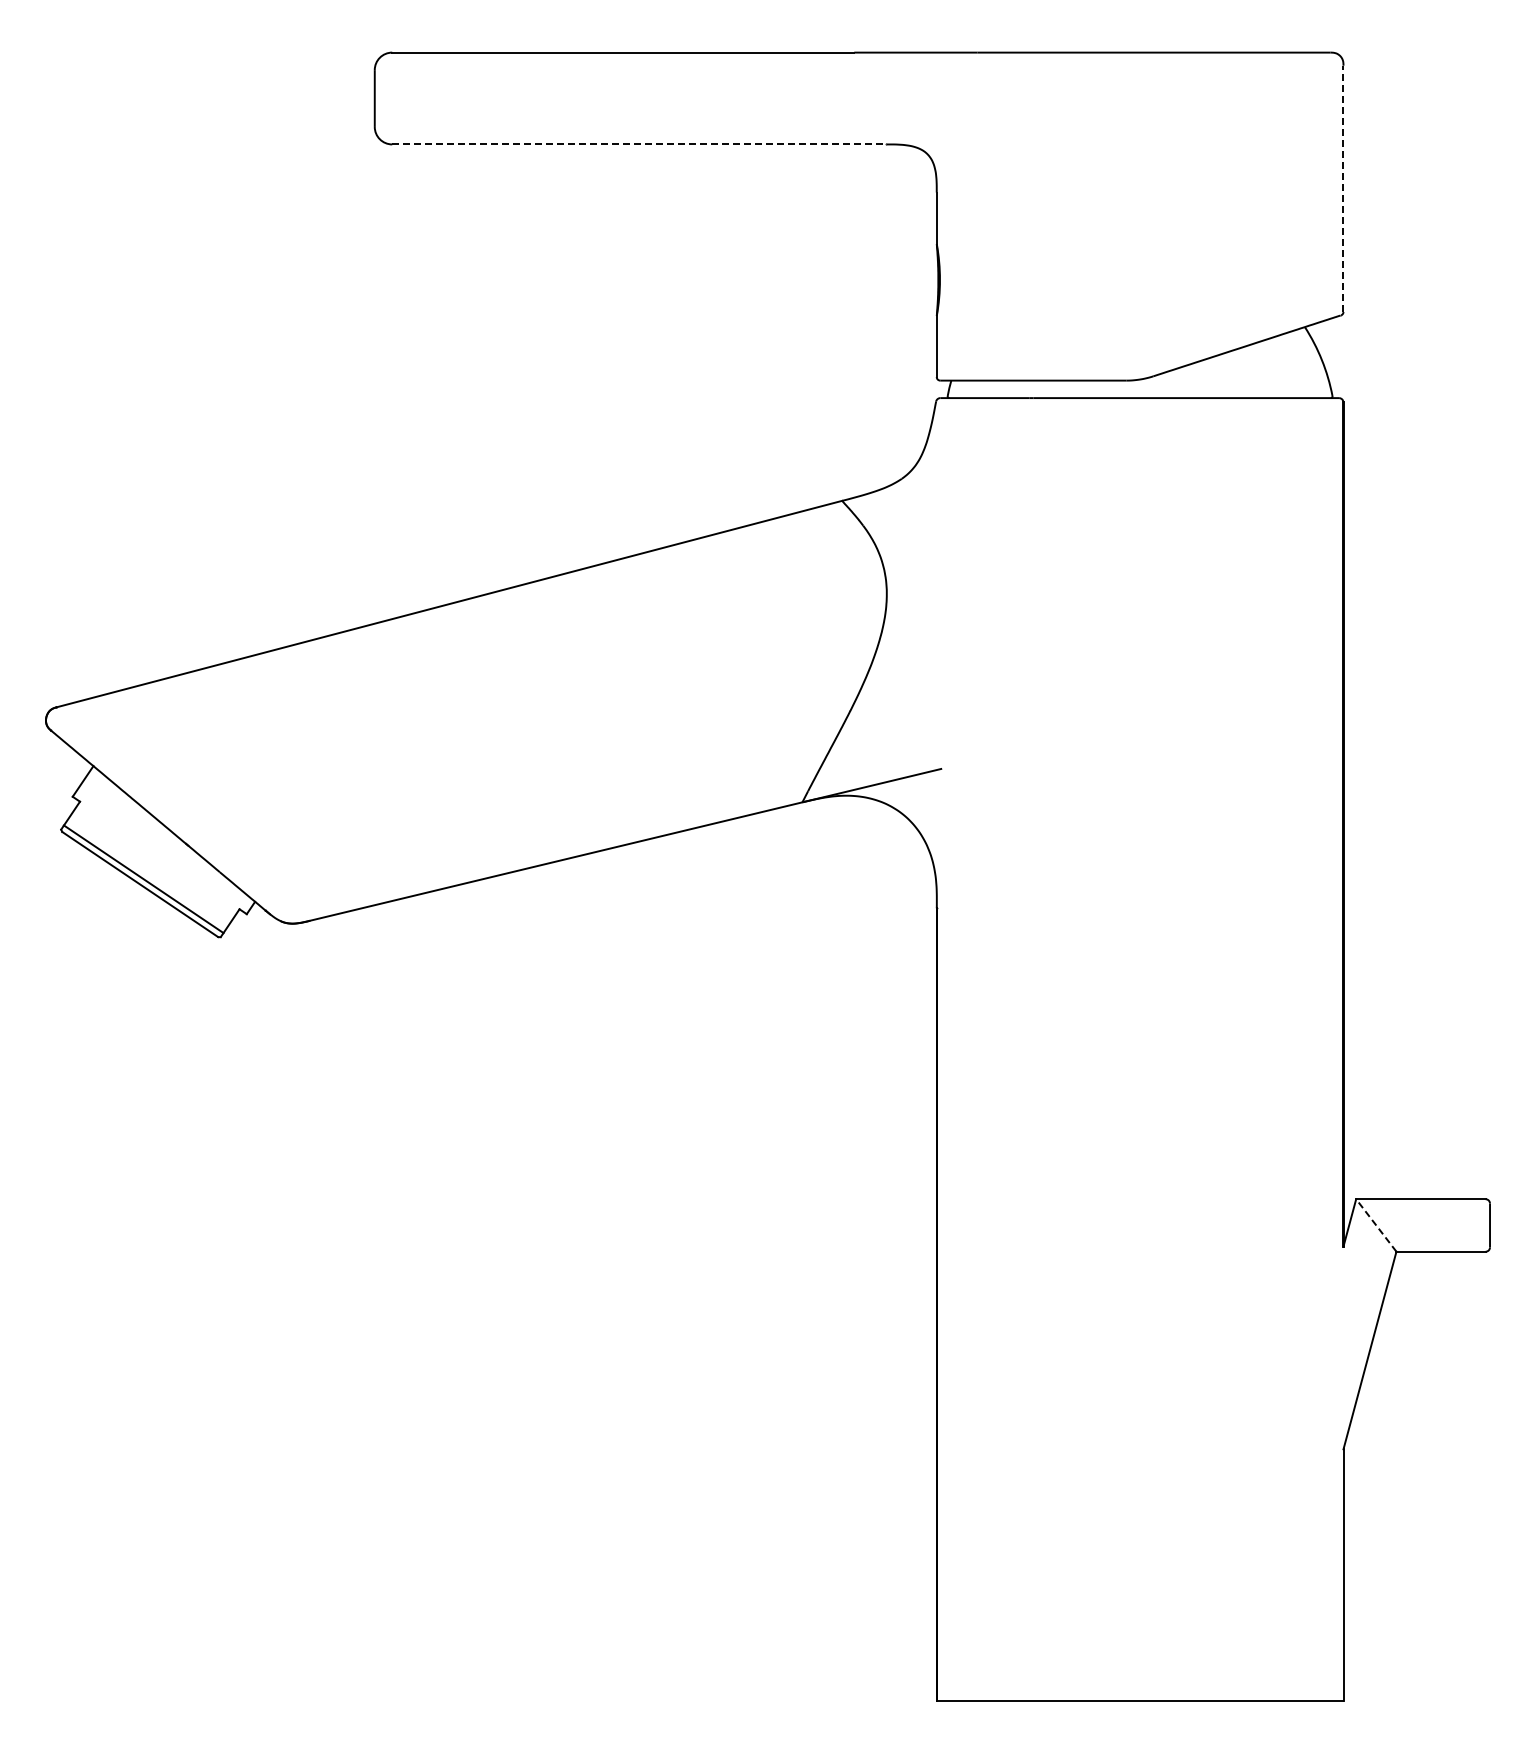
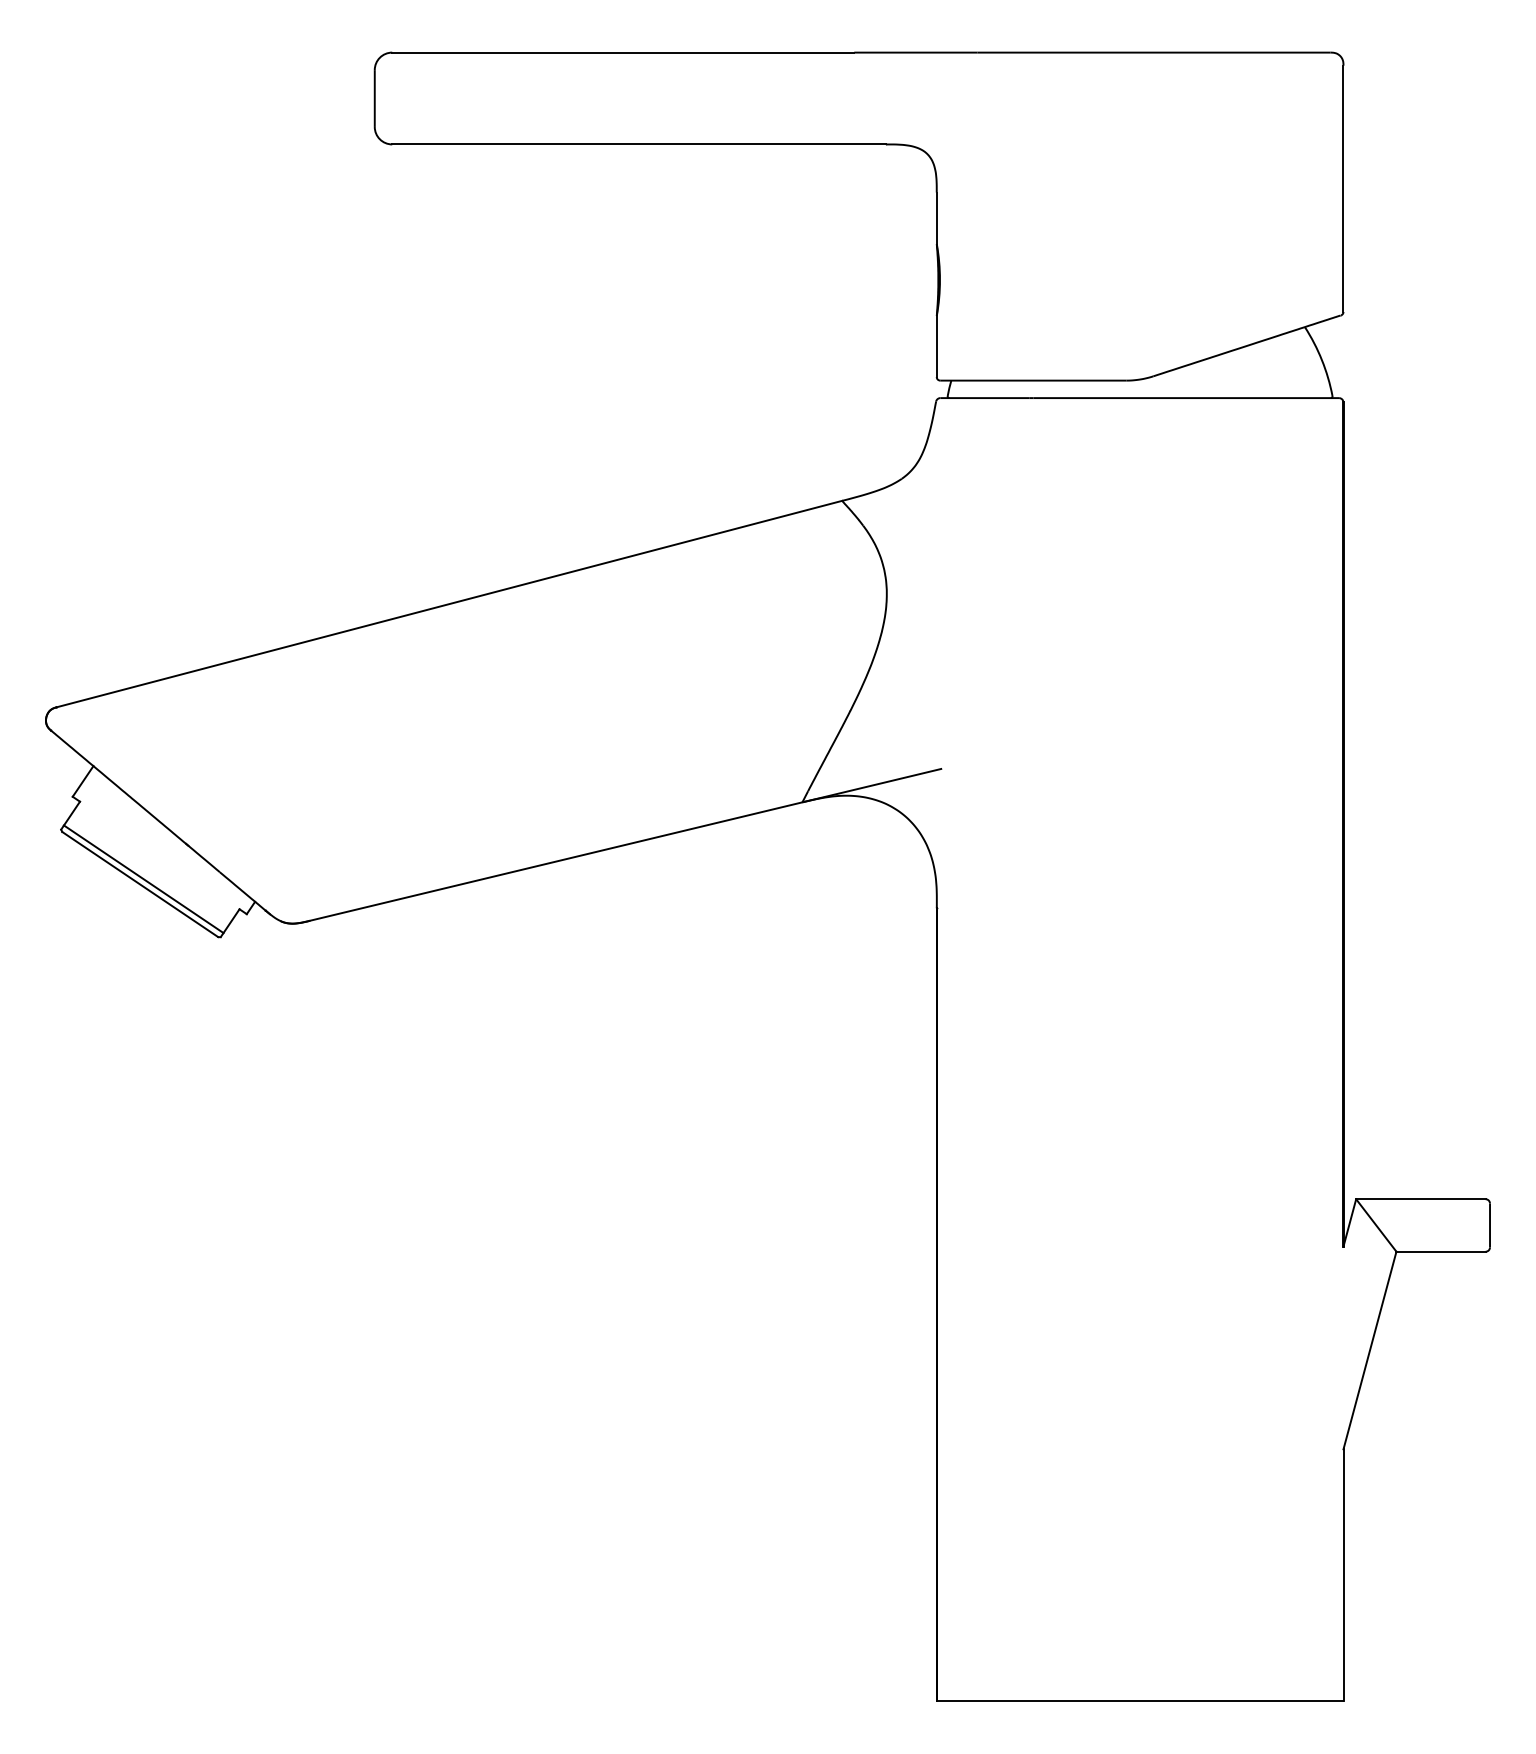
line at (639, 144): dashed -> solid
line at (1343, 188): dashed -> solid
line at (1376, 1225): dashed -> solid
